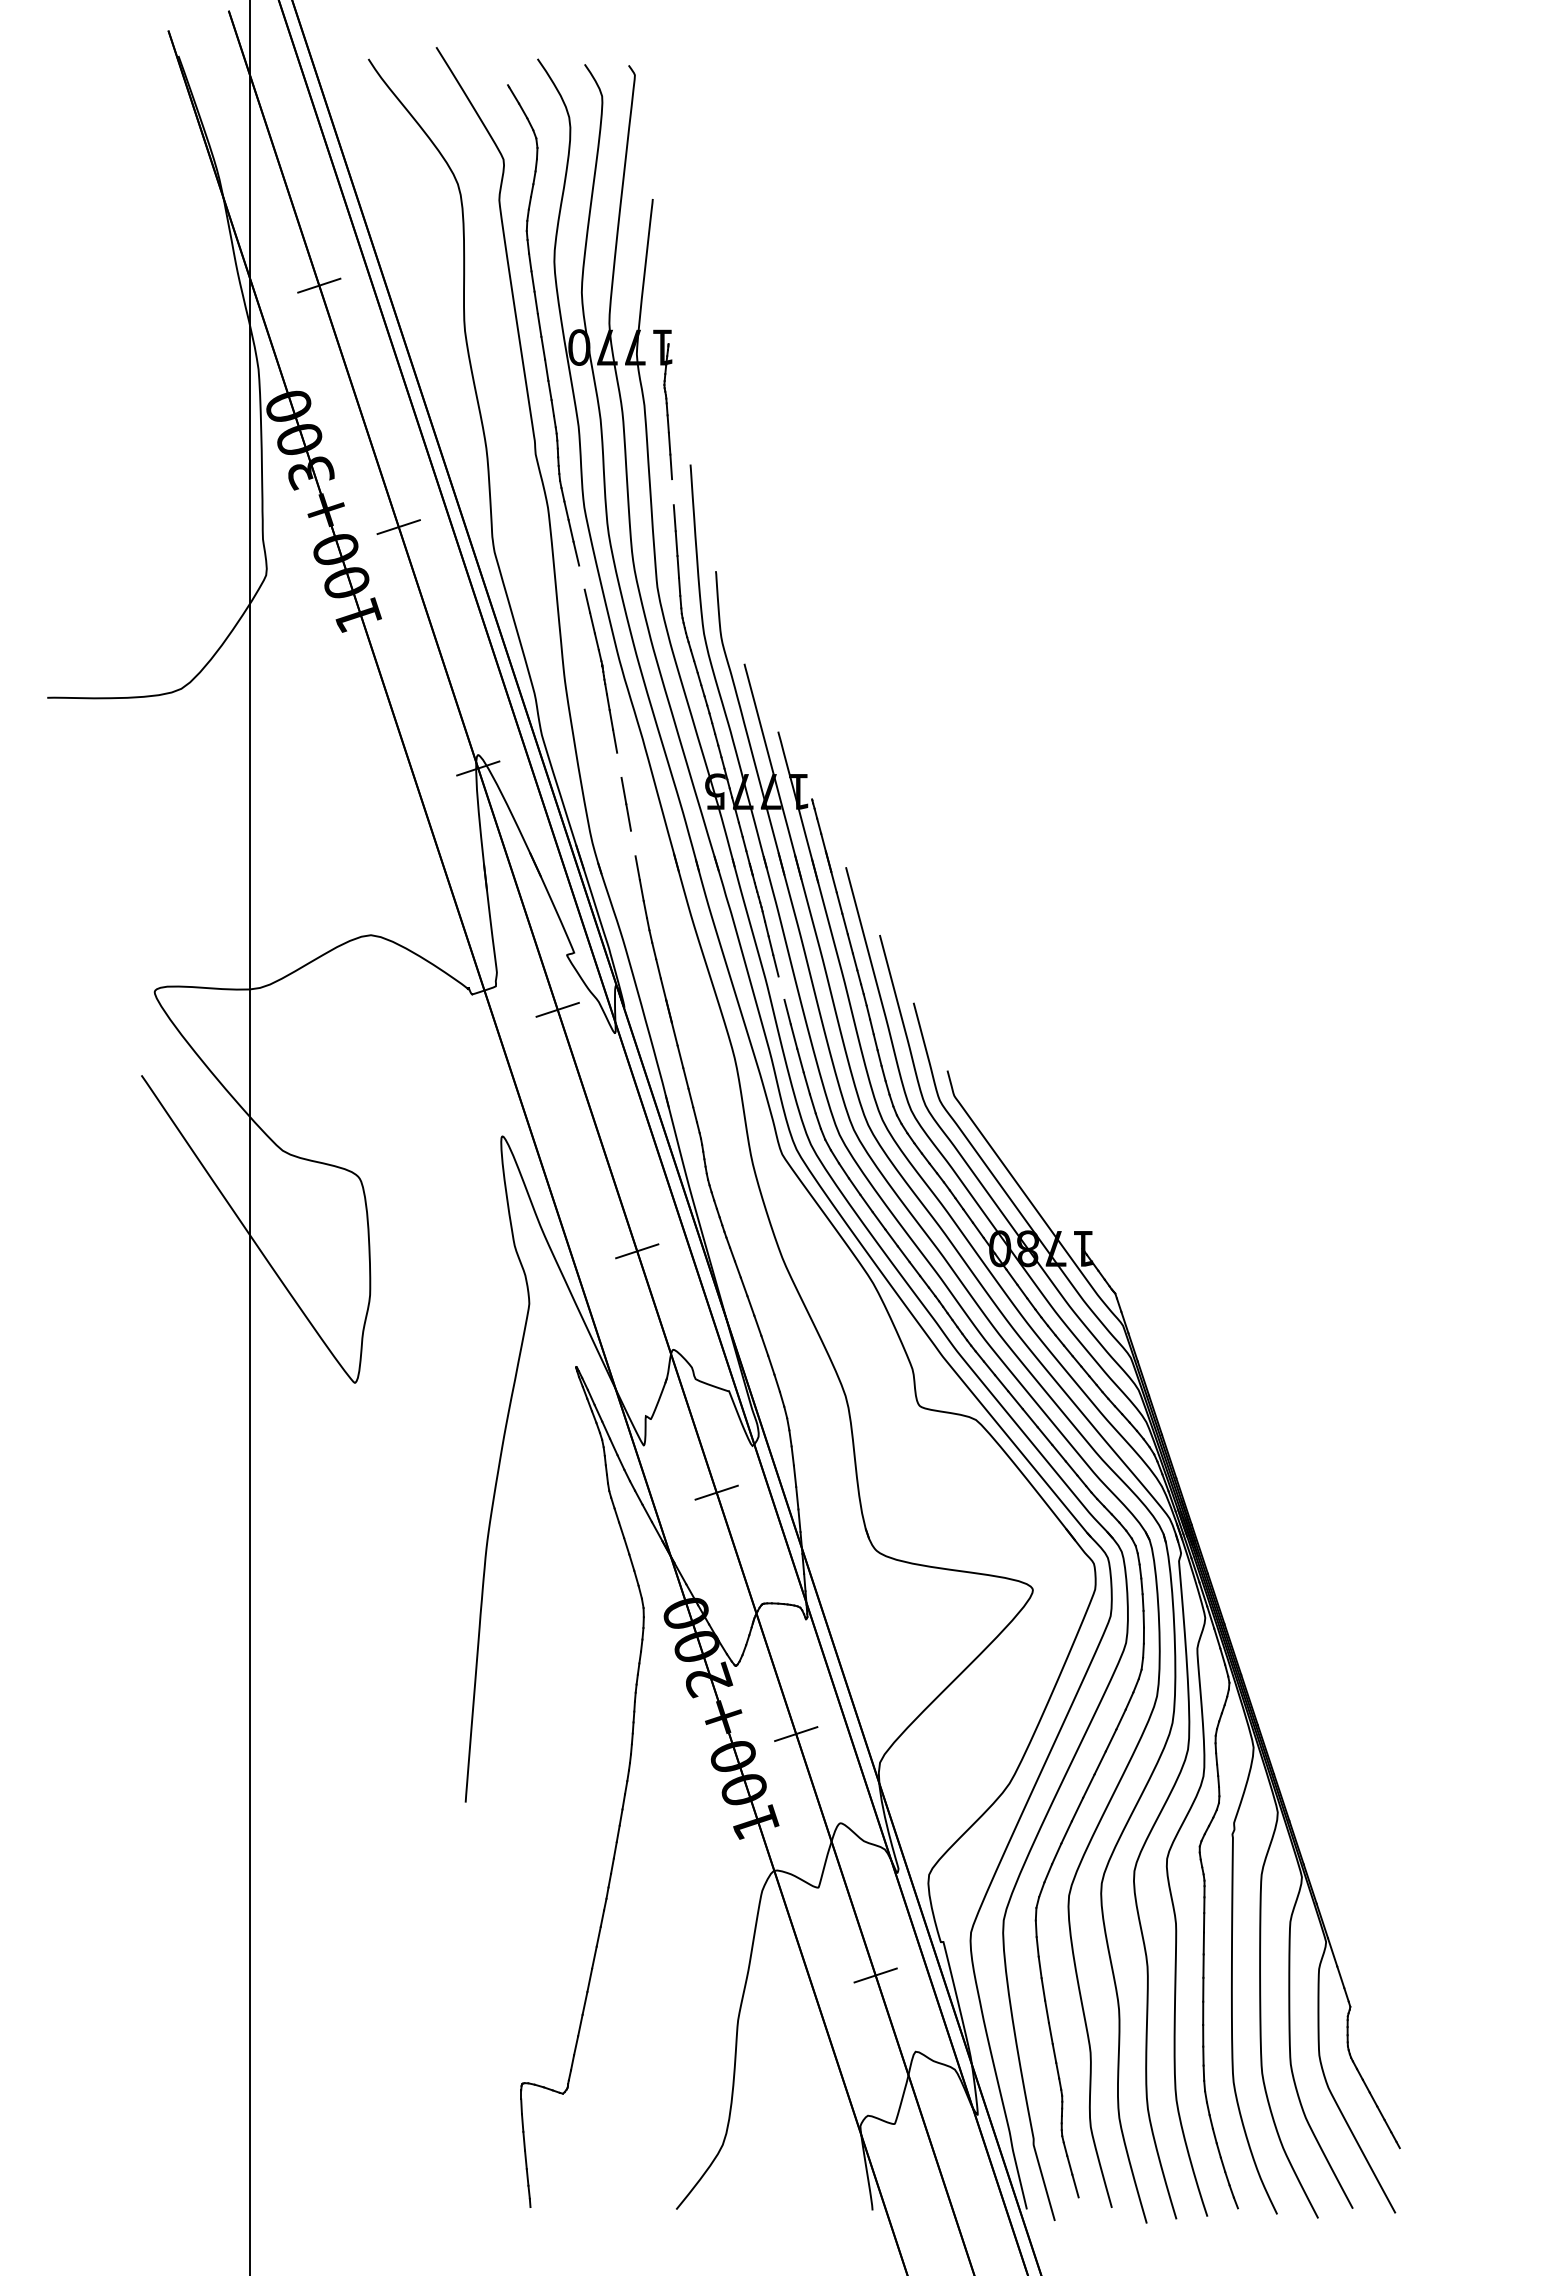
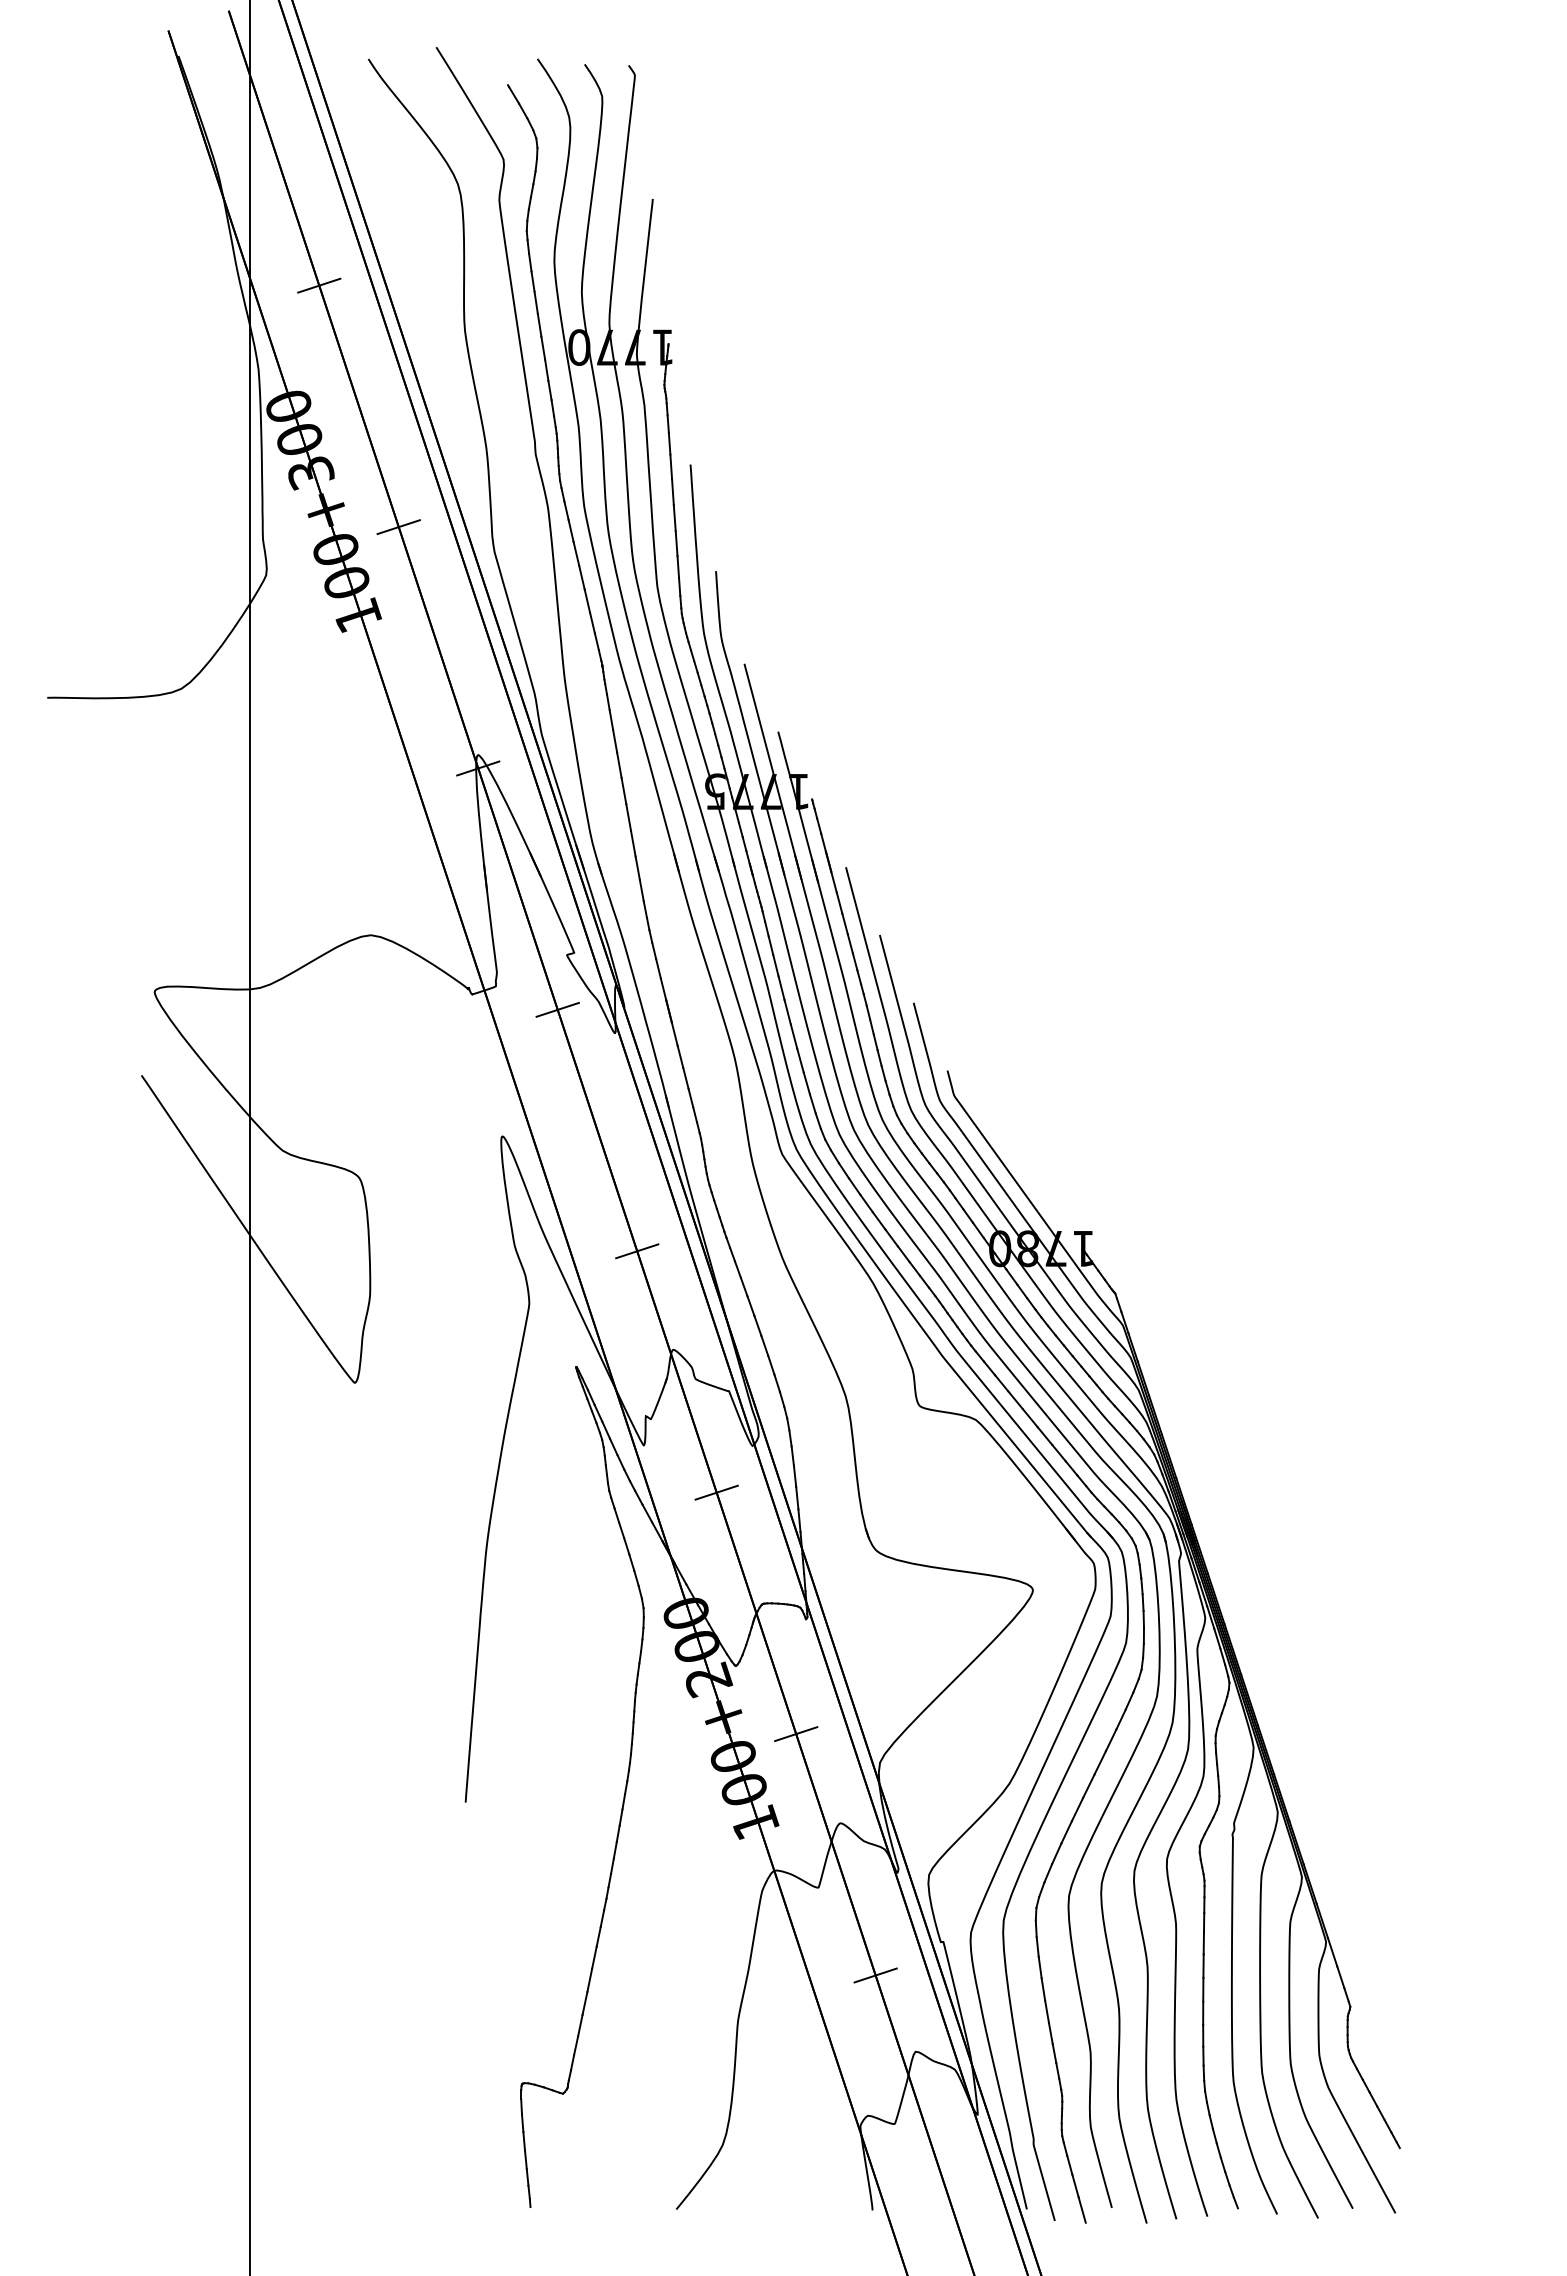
line at (672, 492): none -> present
line at (581, 577): none -> present
line at (619, 764): none -> present
line at (633, 843): none -> present
line at (781, 987): none -> present
line at (1081, 2209): none -> present
